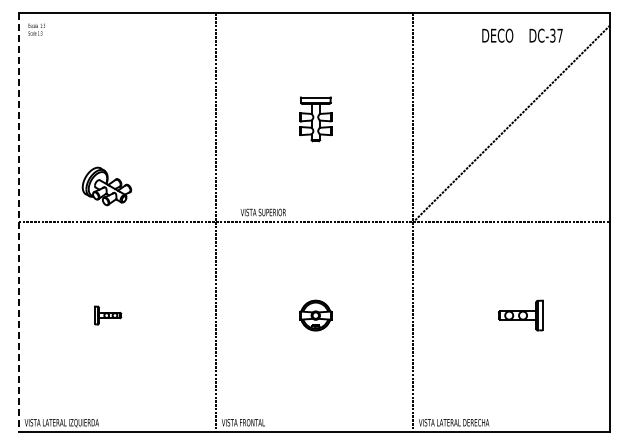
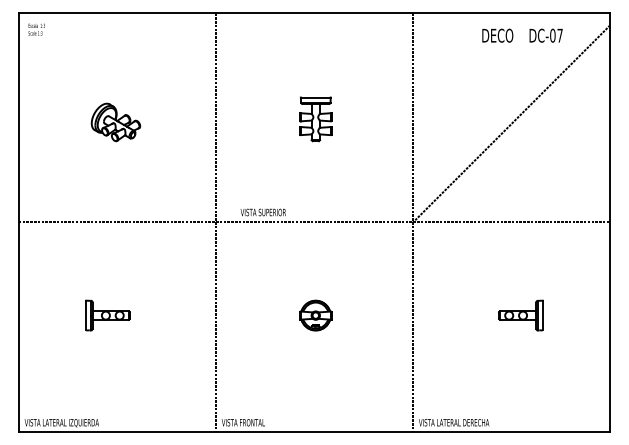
text at (552, 35): DC-37 -> DC-07
part at (106, 186) position: (106, 186) -> (115, 122)
line at (18, 222): dashed -> solid
part at (108, 315) size: 29x21 px -> 46x33 px
